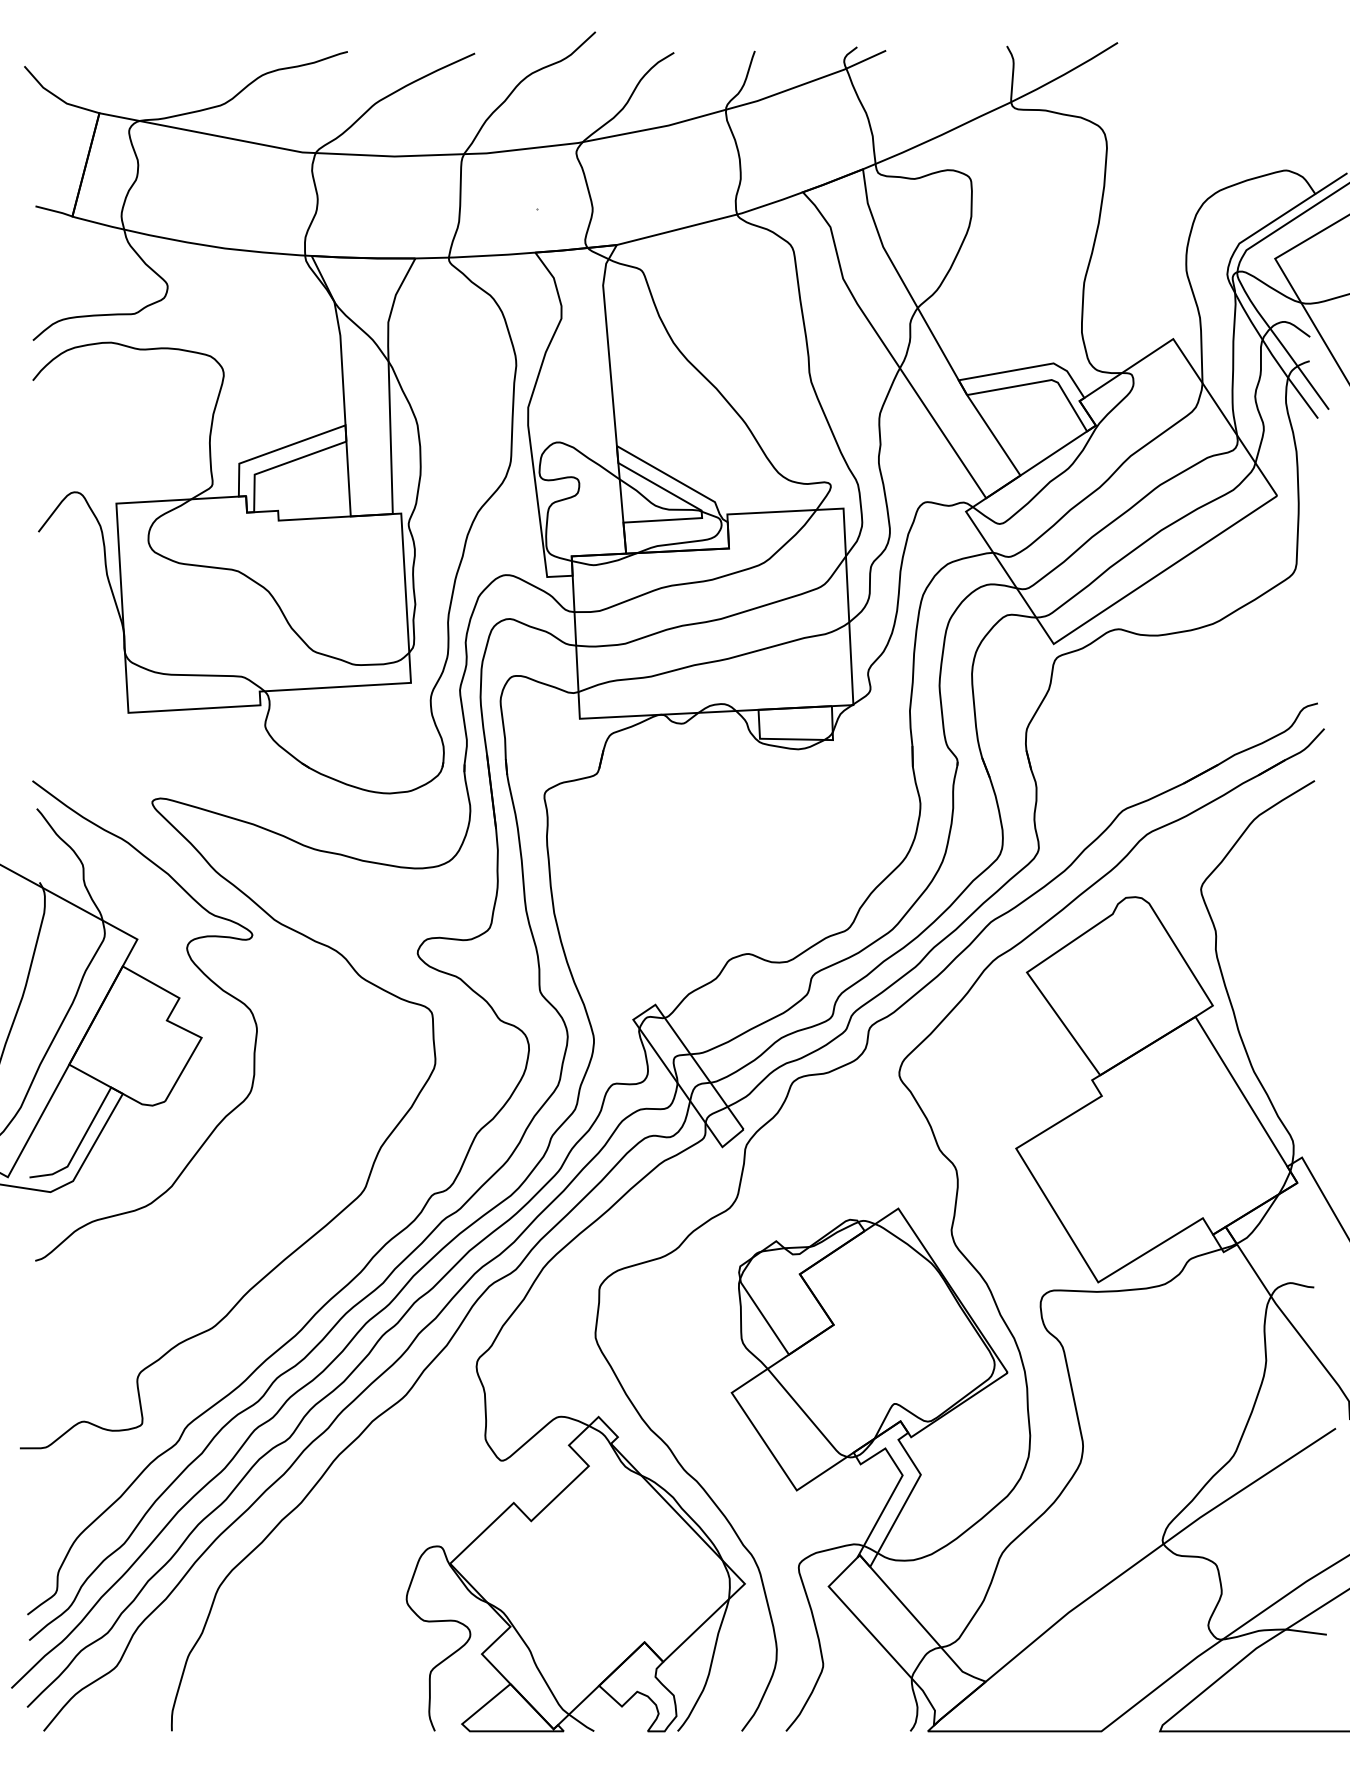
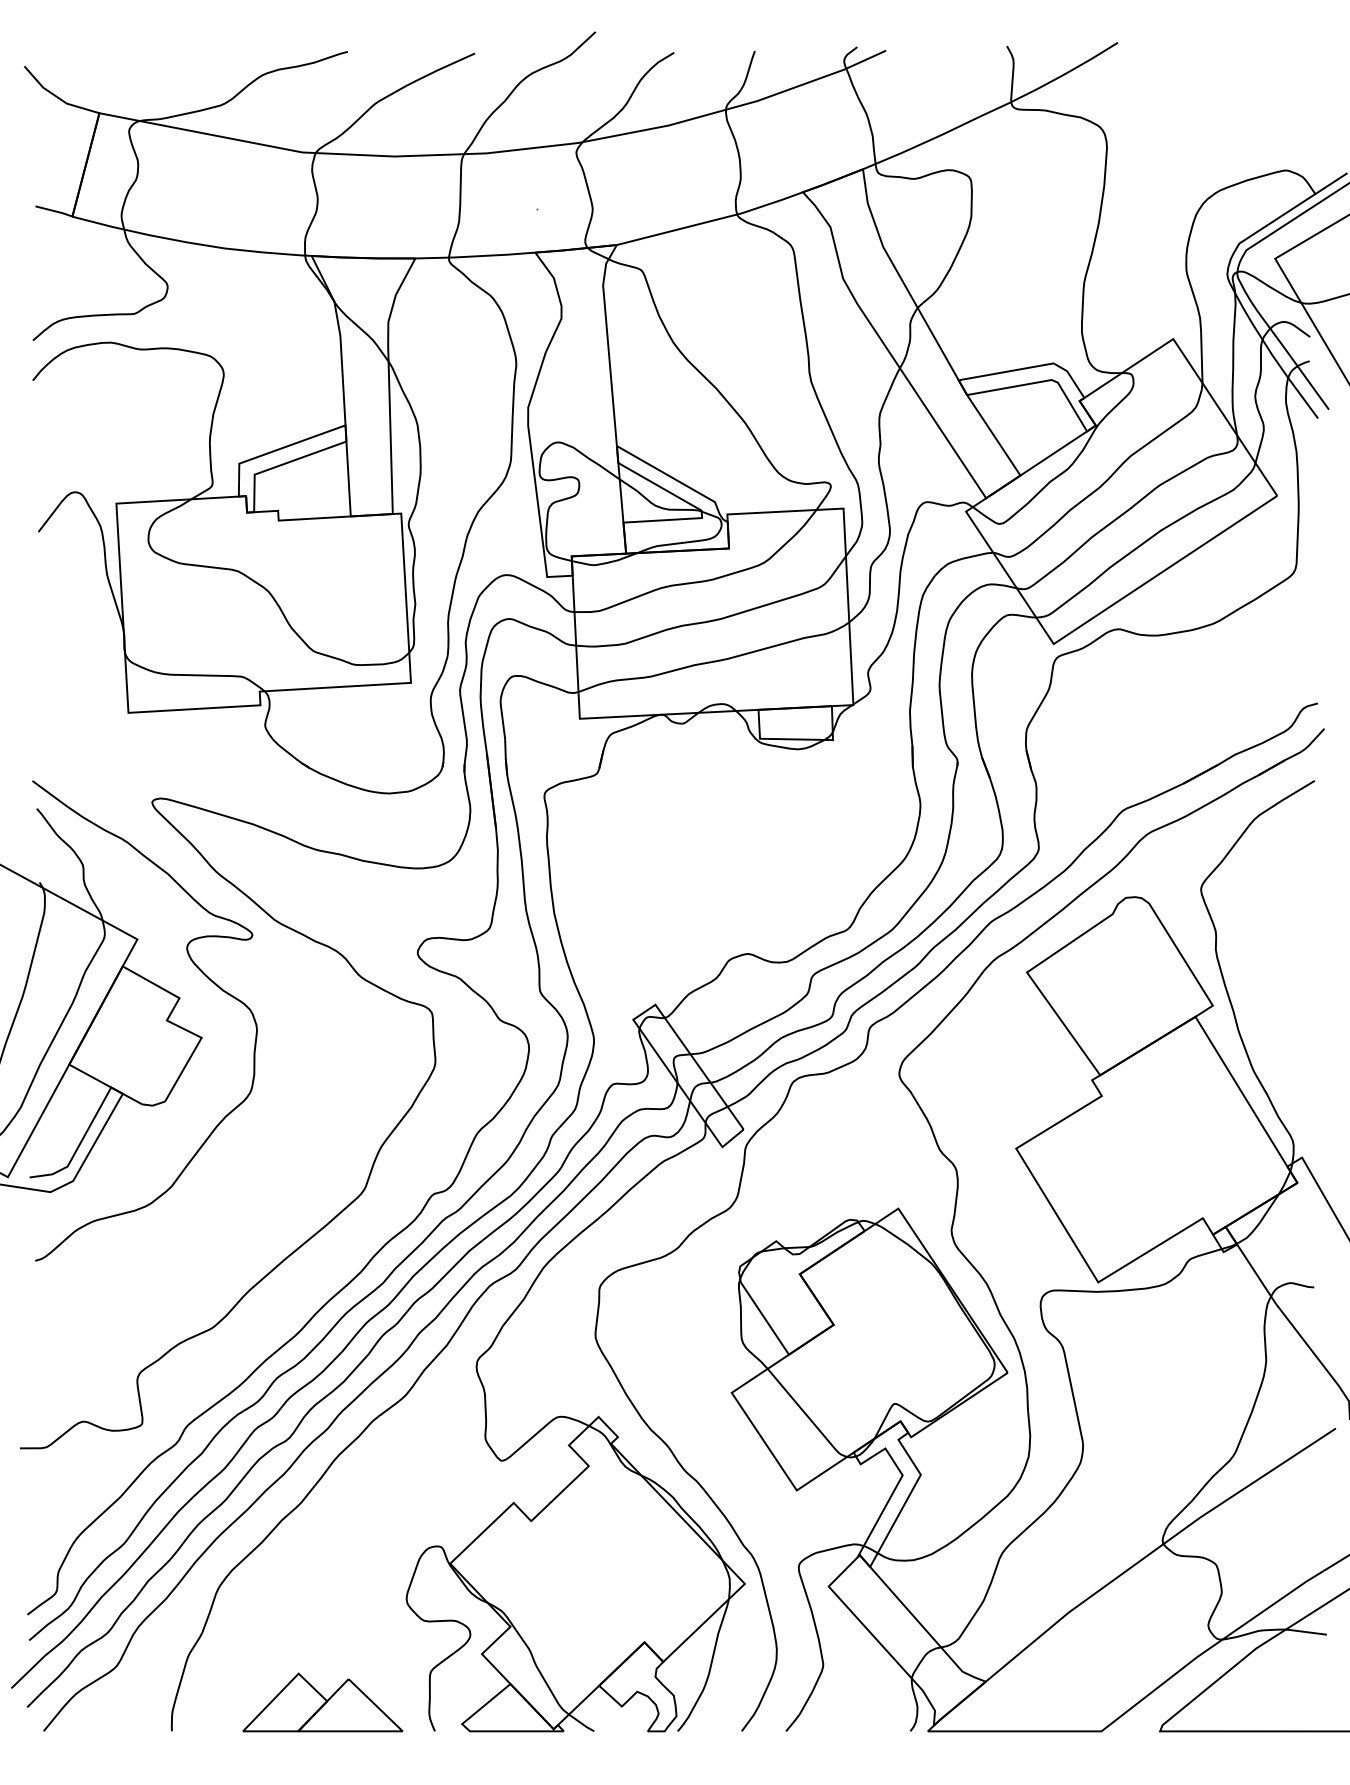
part at (322, 1702): none -> present
